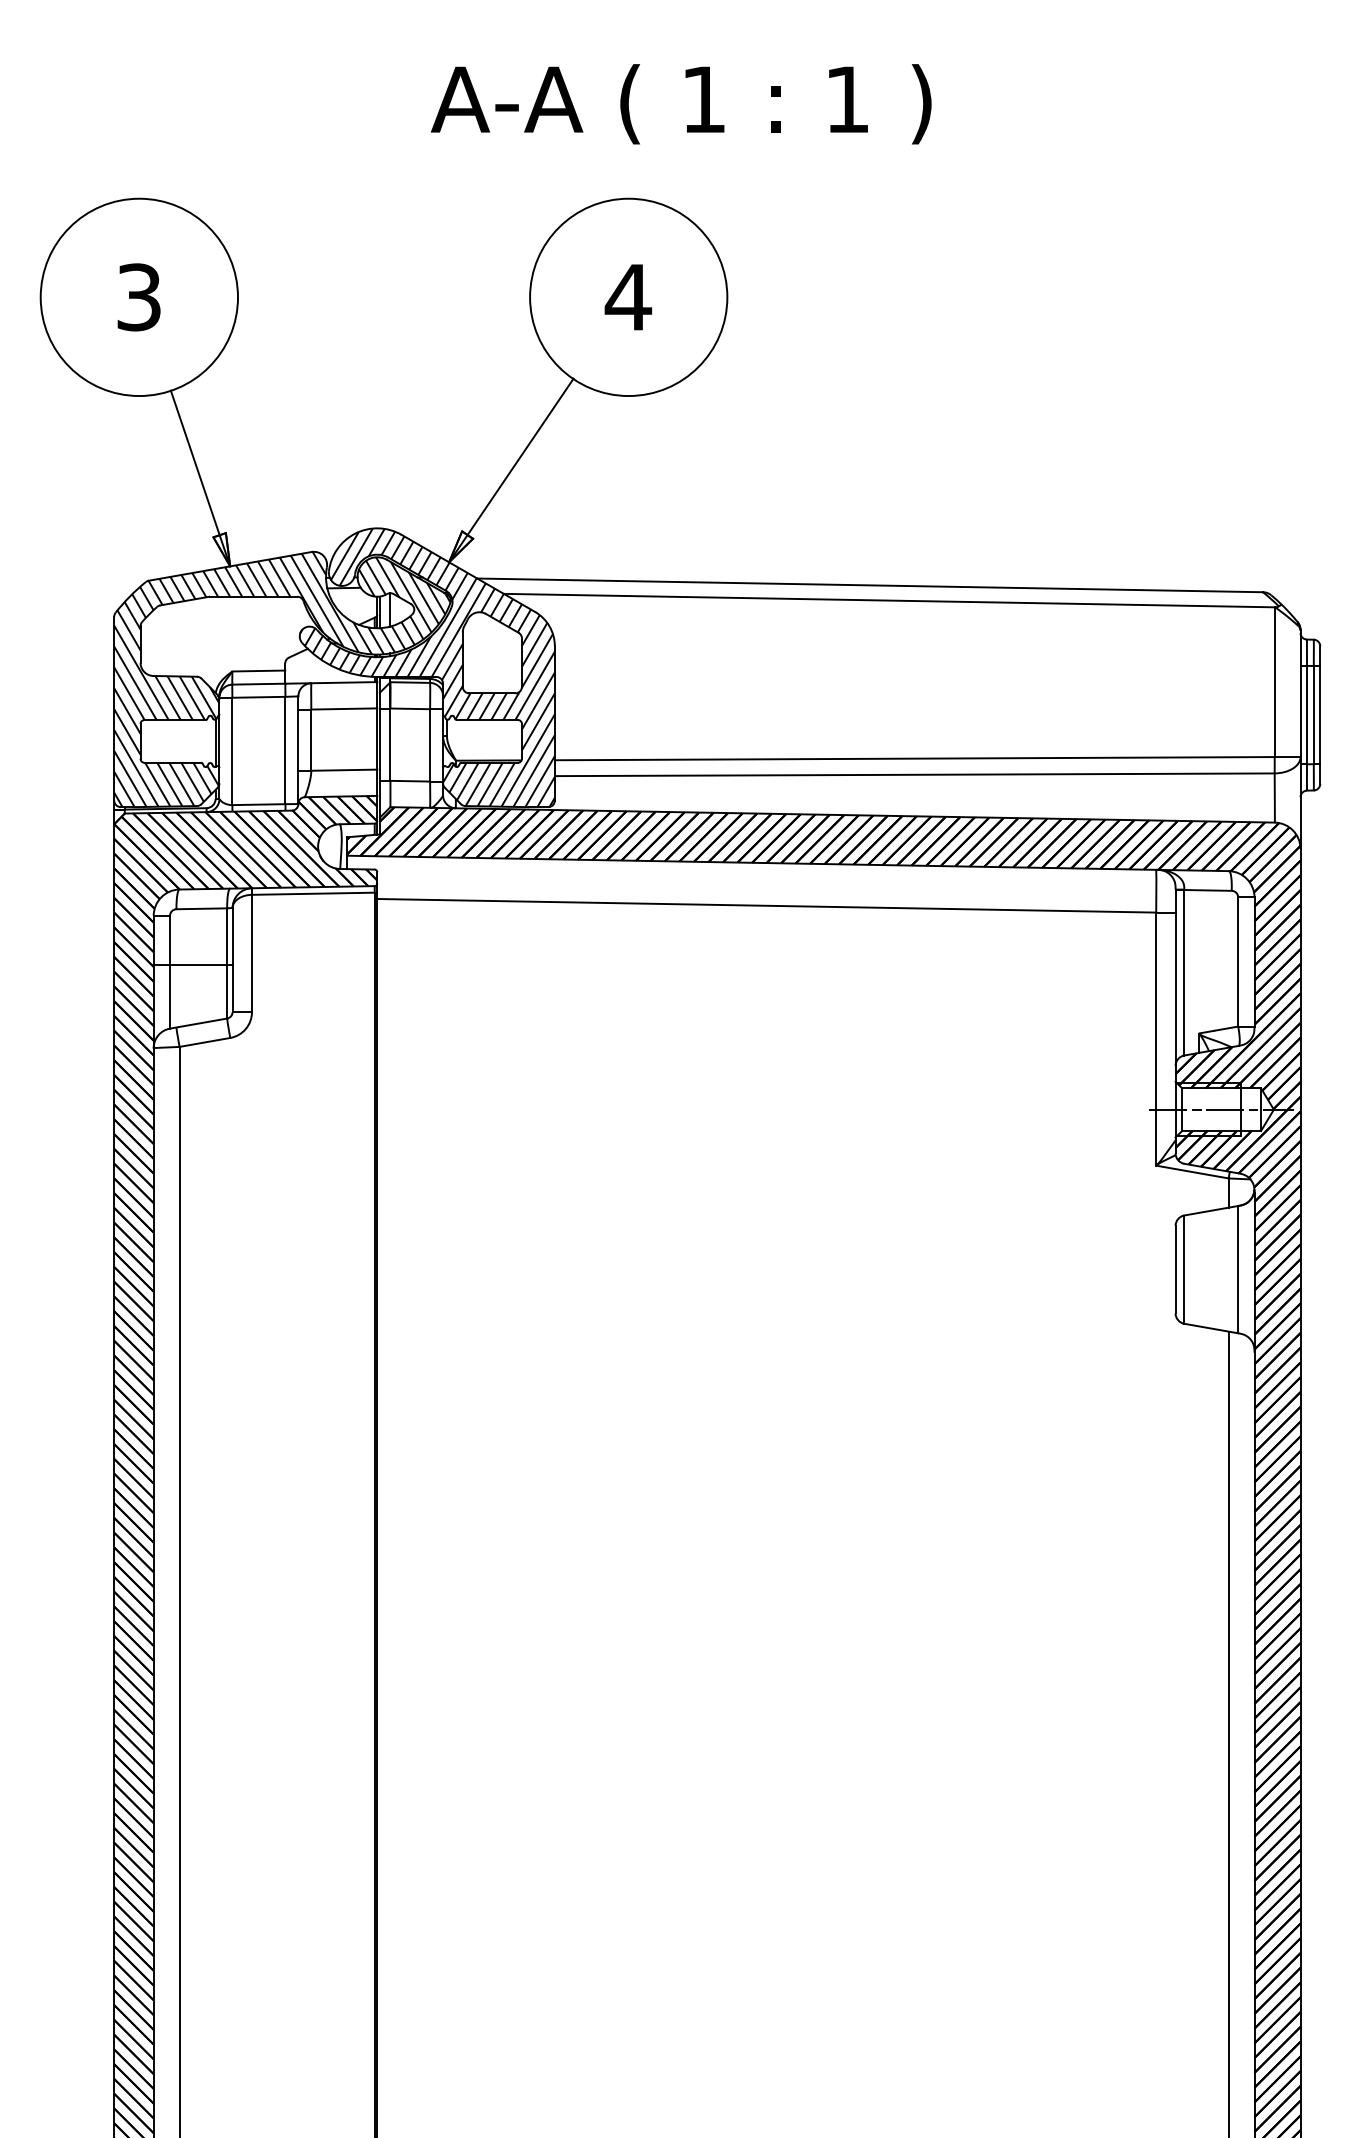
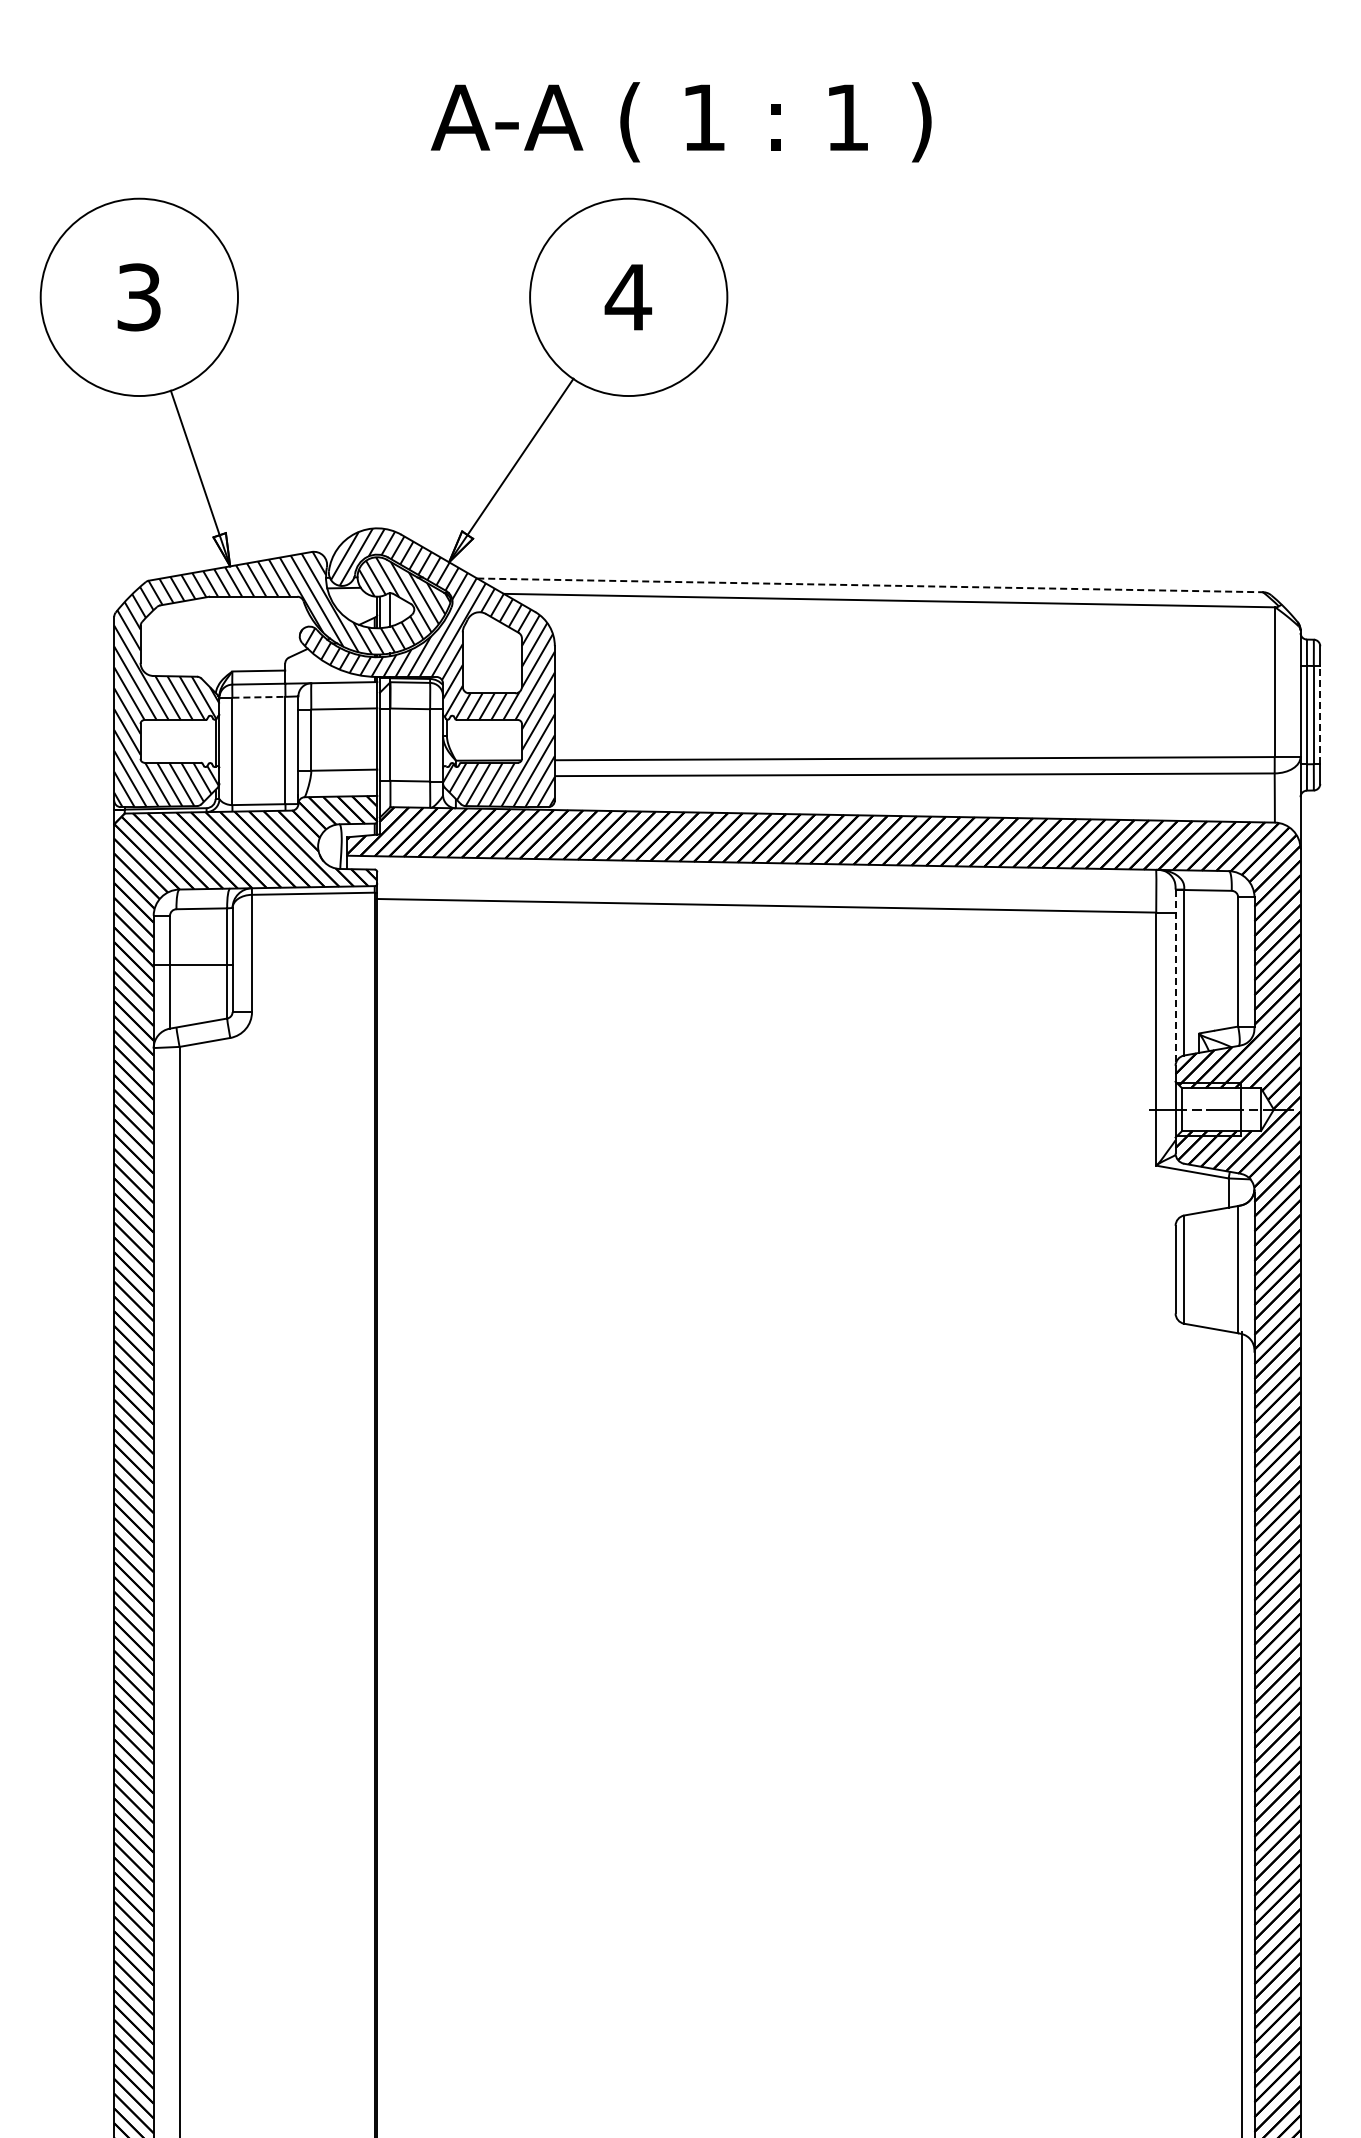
text at (680, 104) position: (680, 104) -> (680, 122)
line at (870, 585): solid -> dashed
line at (258, 697): solid -> dashed
line at (1320, 714): solid -> dashed
line at (1175, 977): solid -> dashed
line at (1228, 1732) position: (1228, 1732) -> (1241, 1732)
